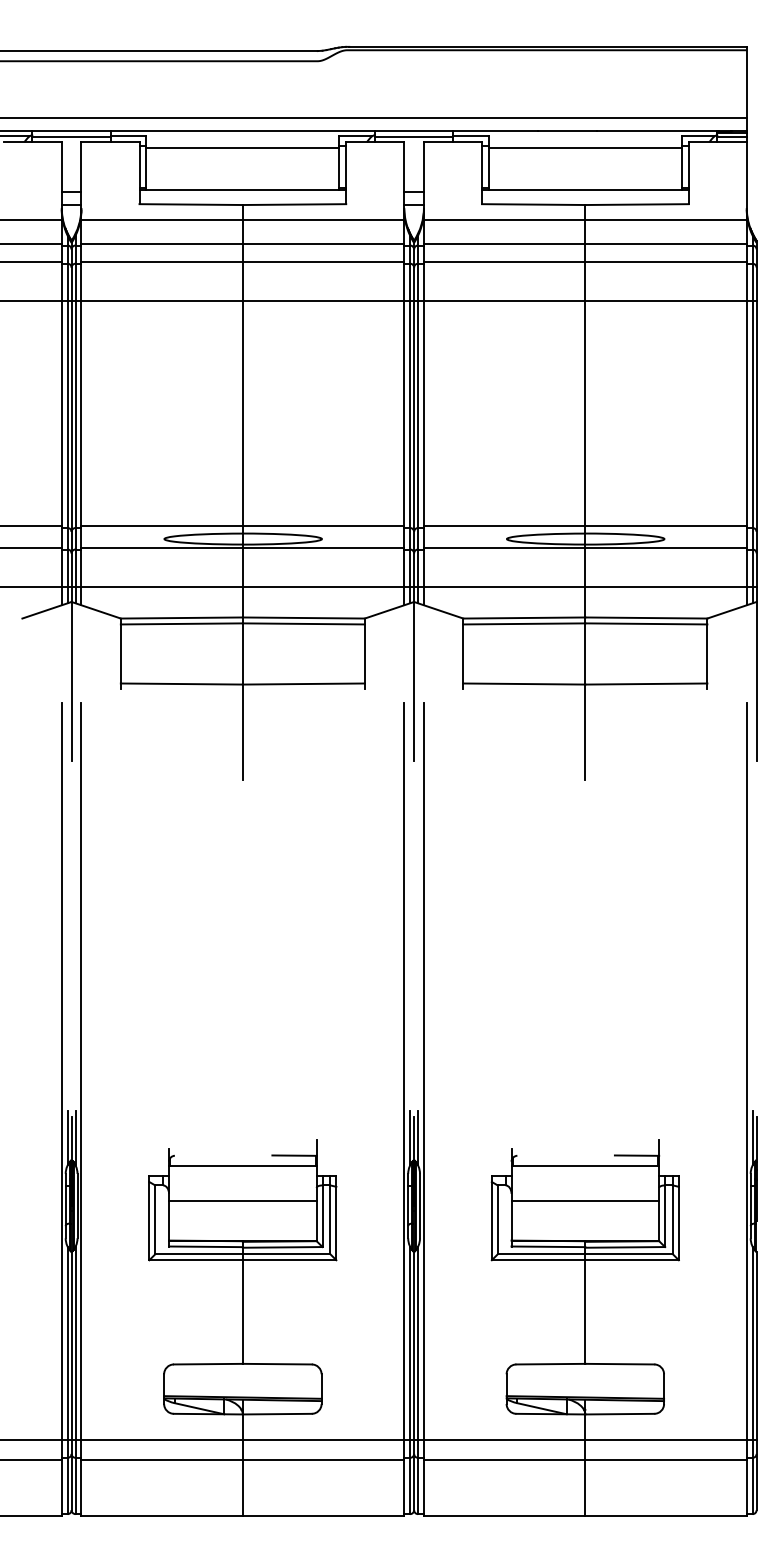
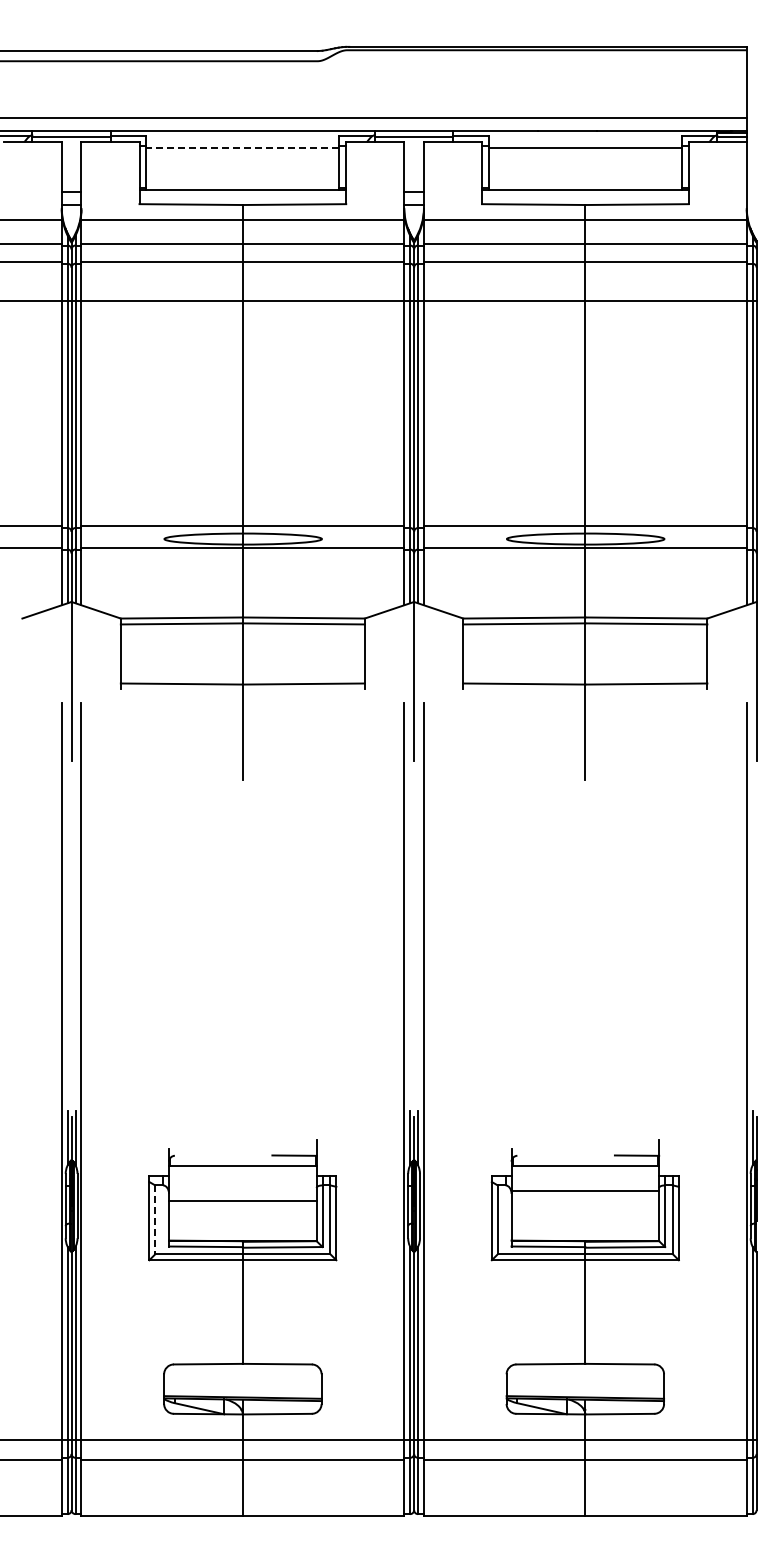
line at (242, 147): solid -> dashed
line at (379, 586): present -> none
line at (585, 1201) position: (585, 1201) -> (585, 1191)
line at (155, 1220): solid -> dashed
